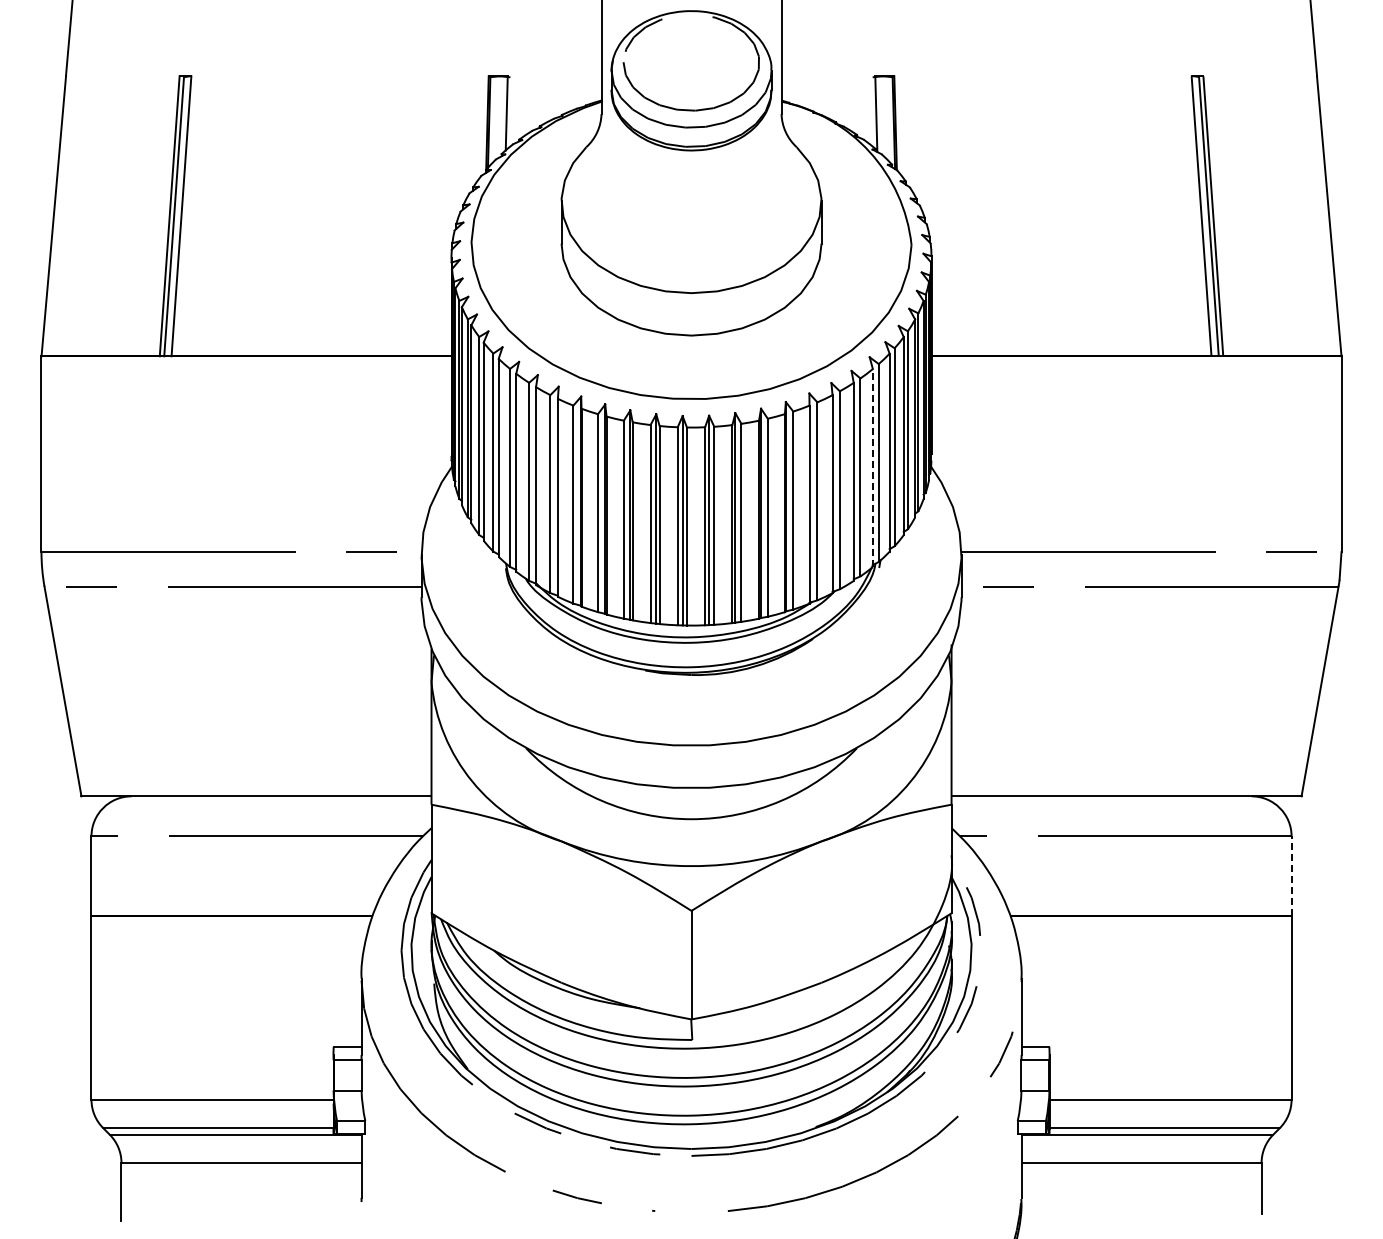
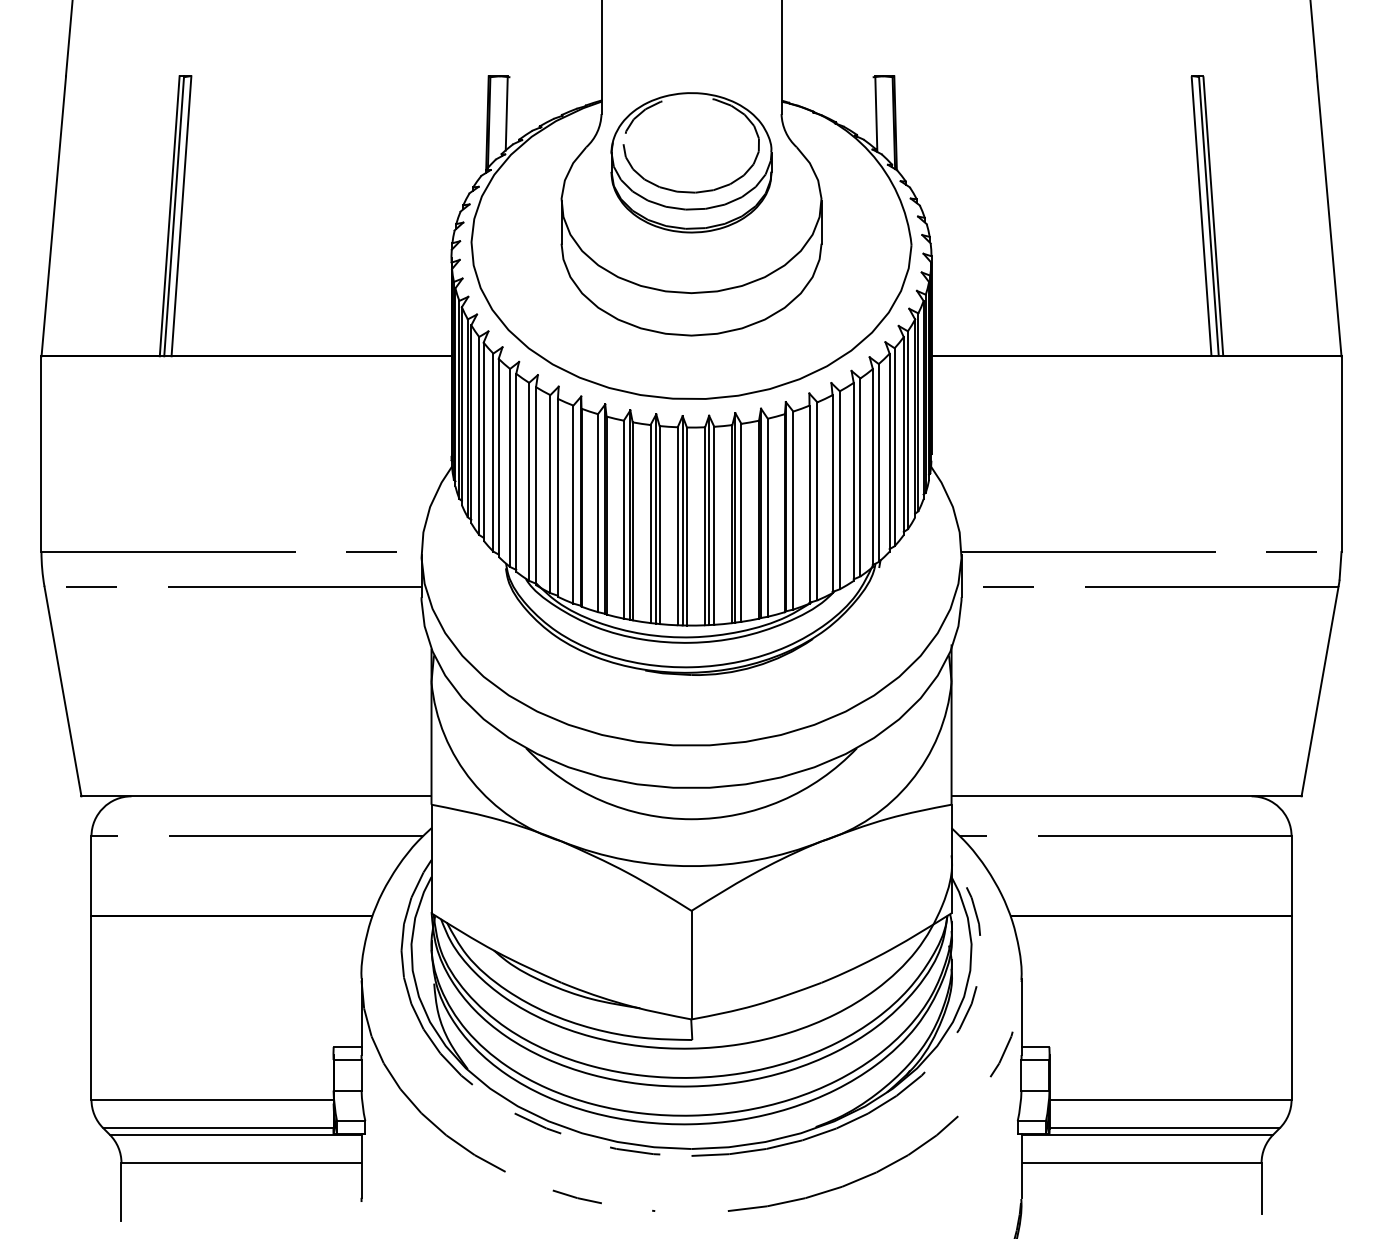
part at (691, 80) position: (691, 80) -> (691, 162)
line at (872, 467): dashed -> solid
line at (1291, 875): dashed -> solid
